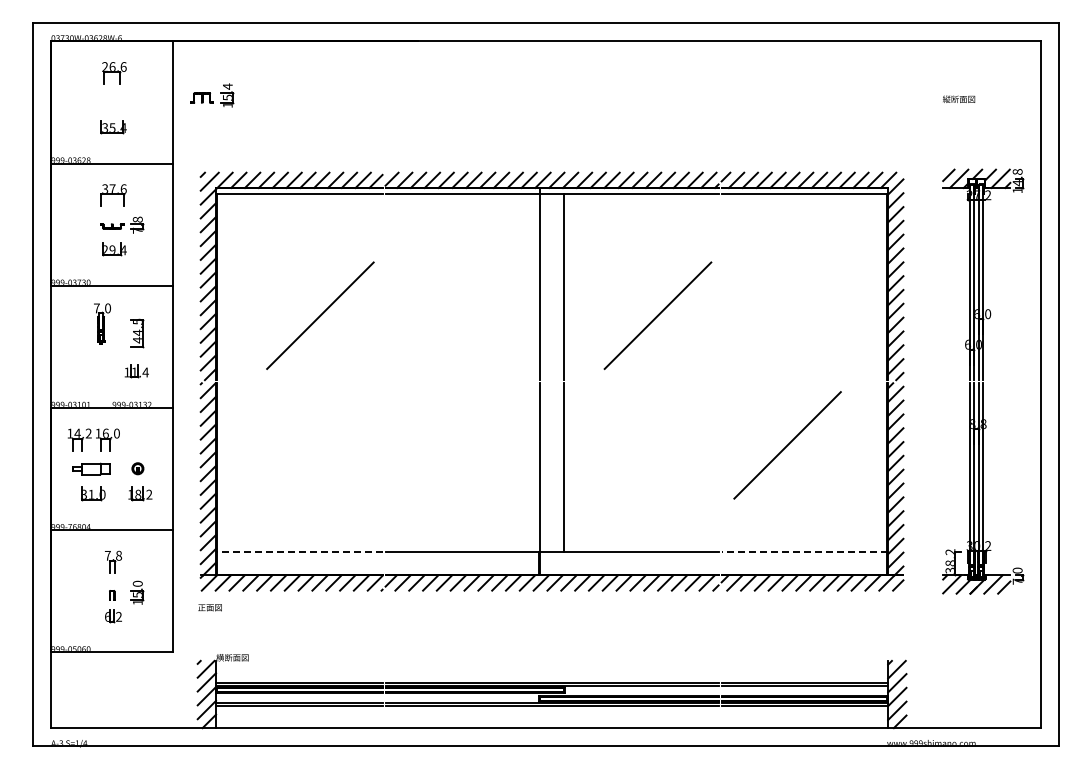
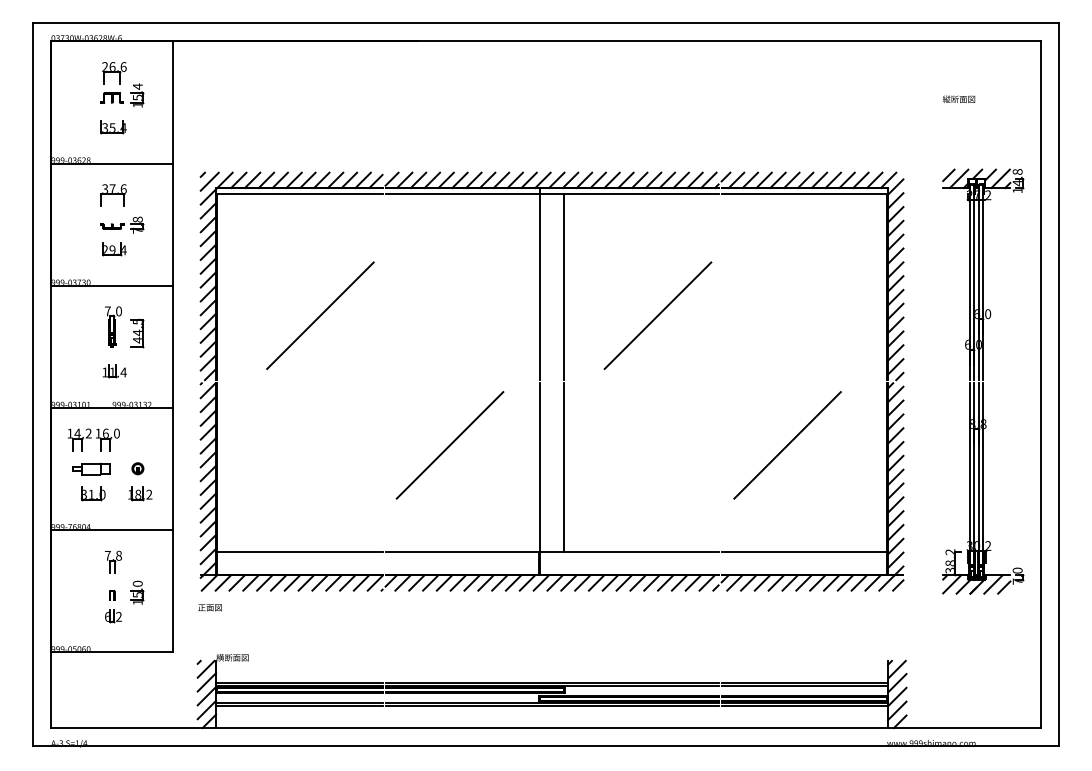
part at (212, 95) position: (212, 95) -> (122, 95)
part at (102, 323) position: (102, 323) -> (113, 326)
part at (136, 371) position: (136, 371) -> (114, 371)
line at (449, 445): none -> present
line at (298, 552): dashed -> solid
line at (804, 552): dashed -> solid
